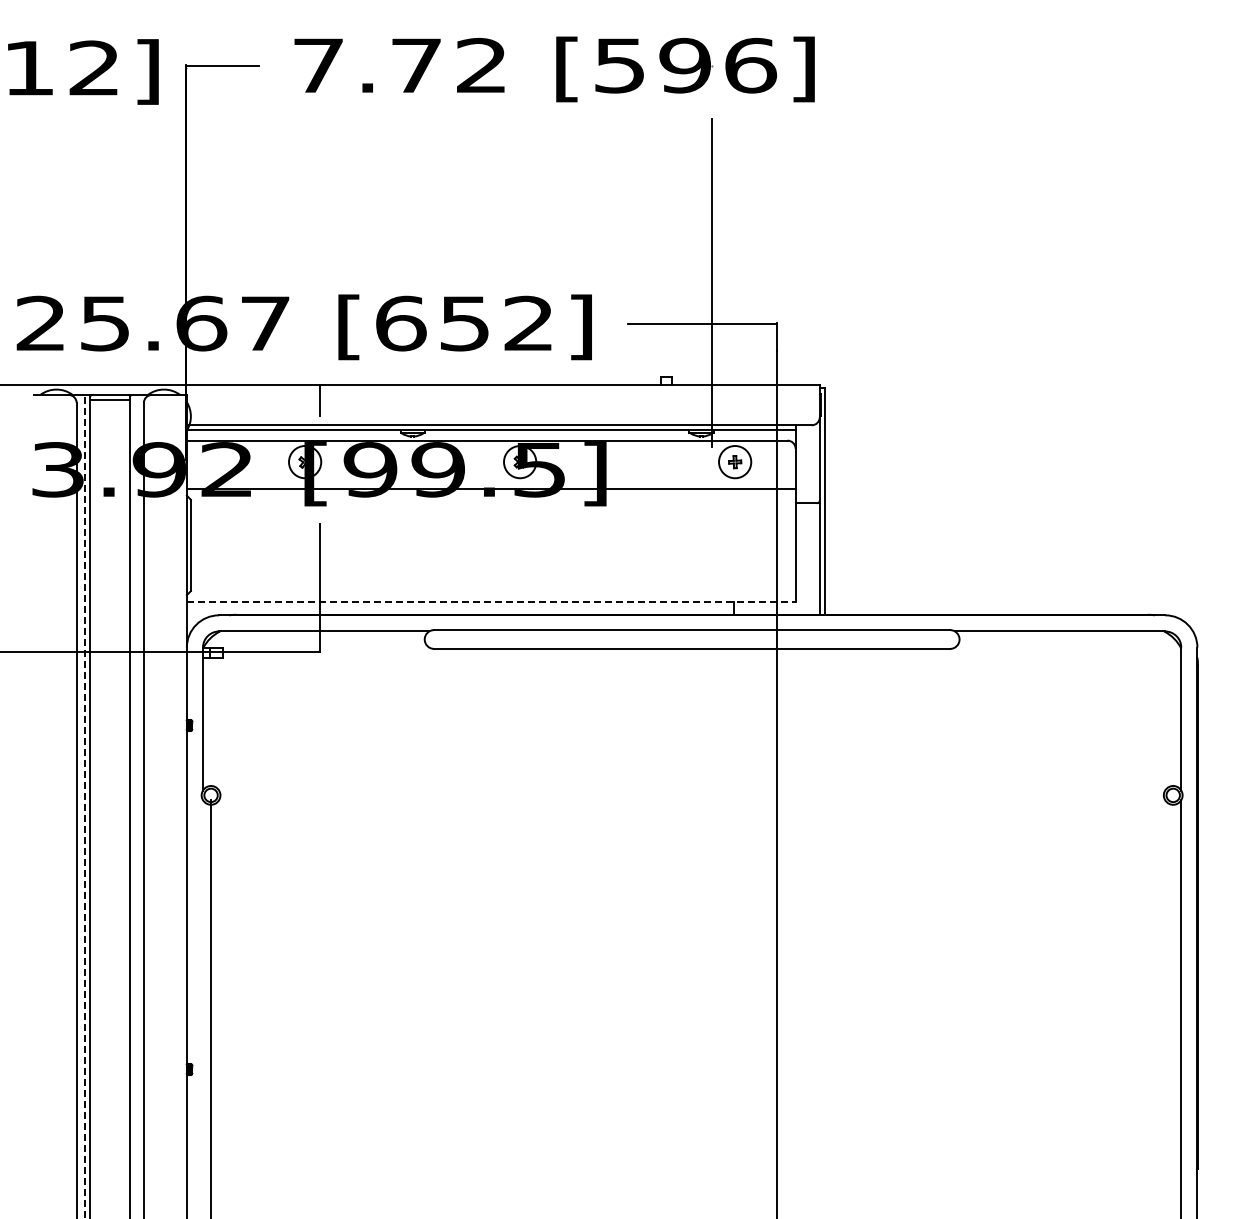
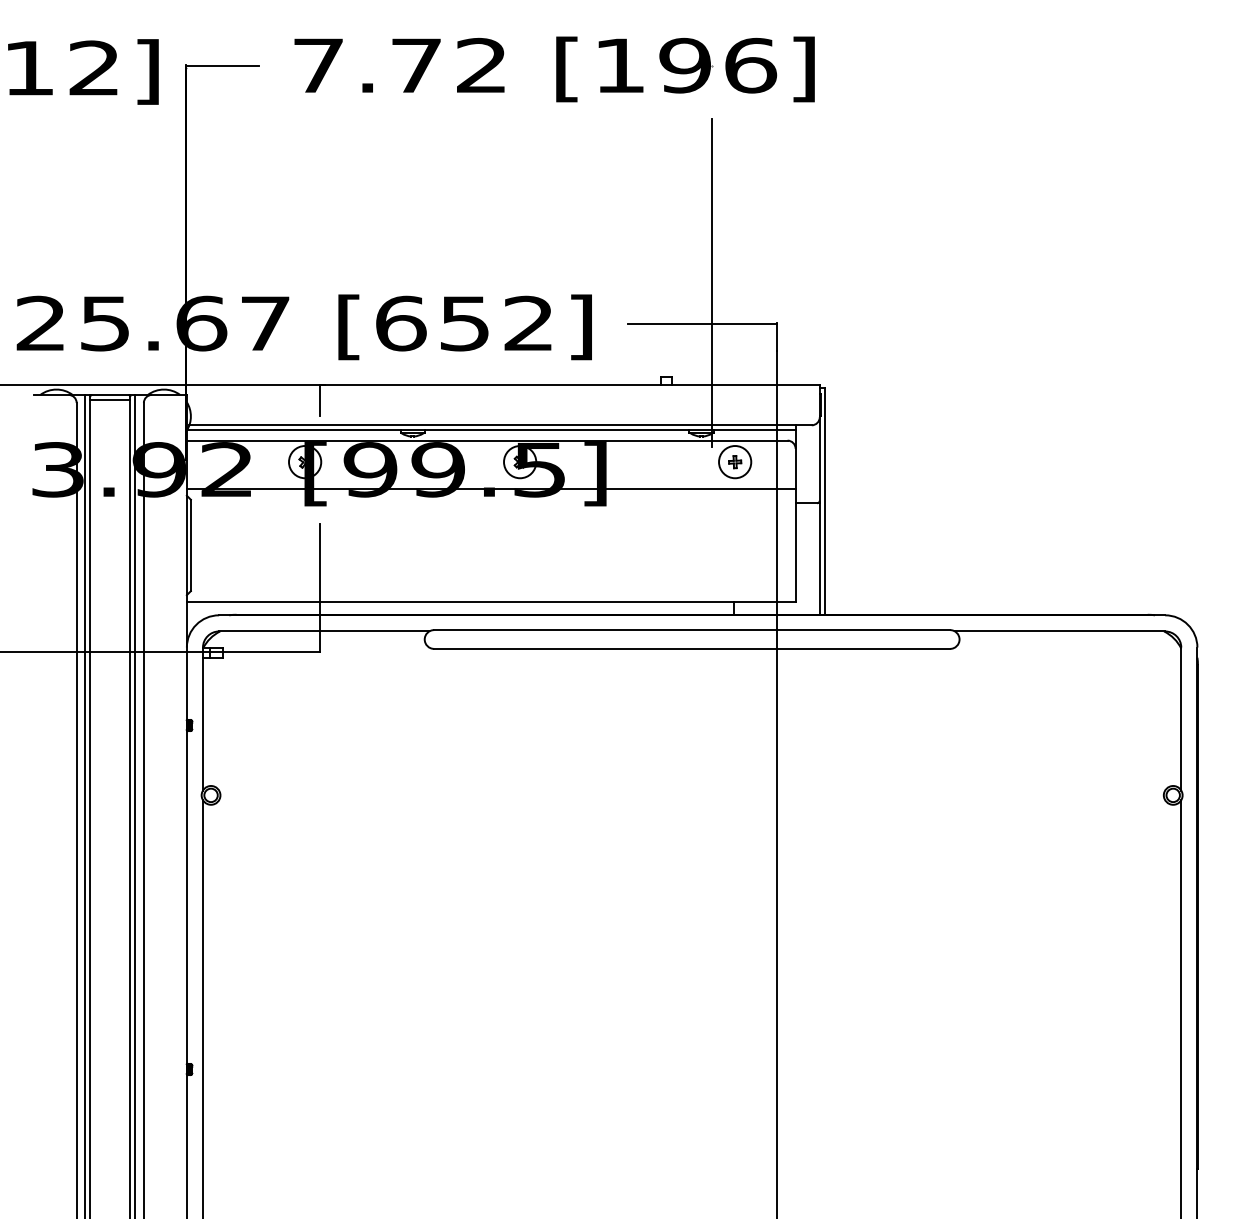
text at (619, 65): [596] -> [196]
line at (491, 601): dashed -> solid
line at (135, 804): none -> present
line at (85, 806): dashed -> solid
line at (211, 1007) position: (211, 1007) -> (203, 1007)
